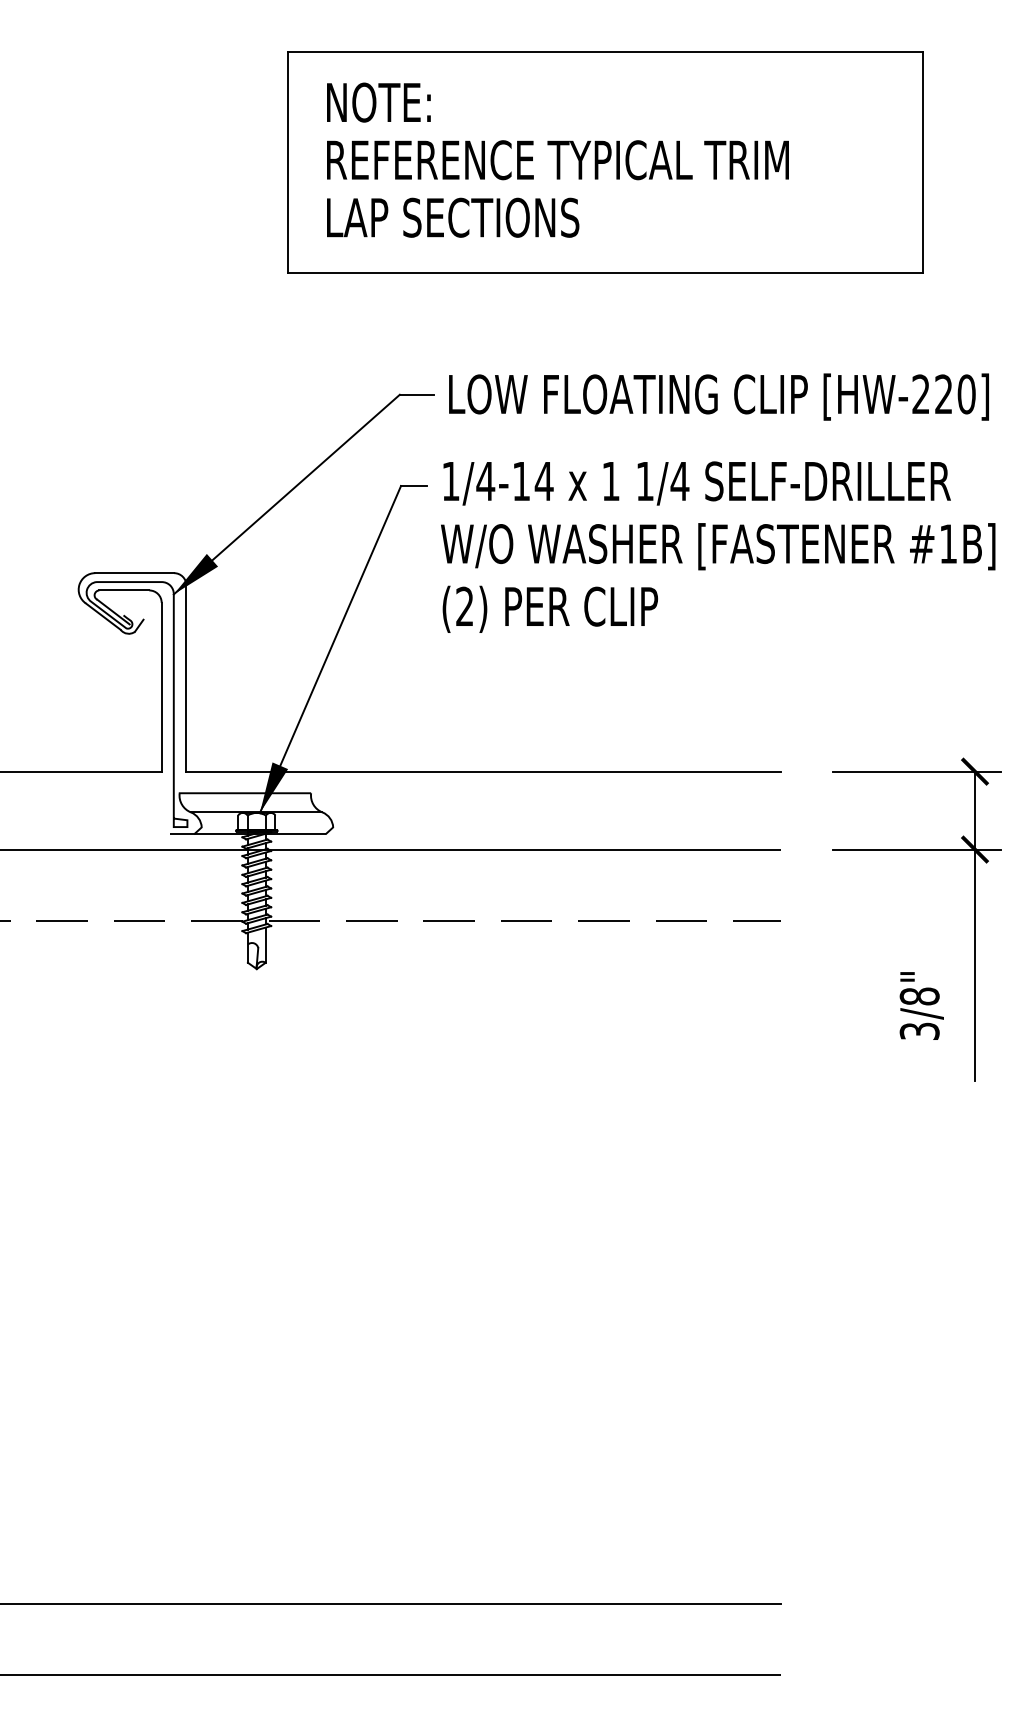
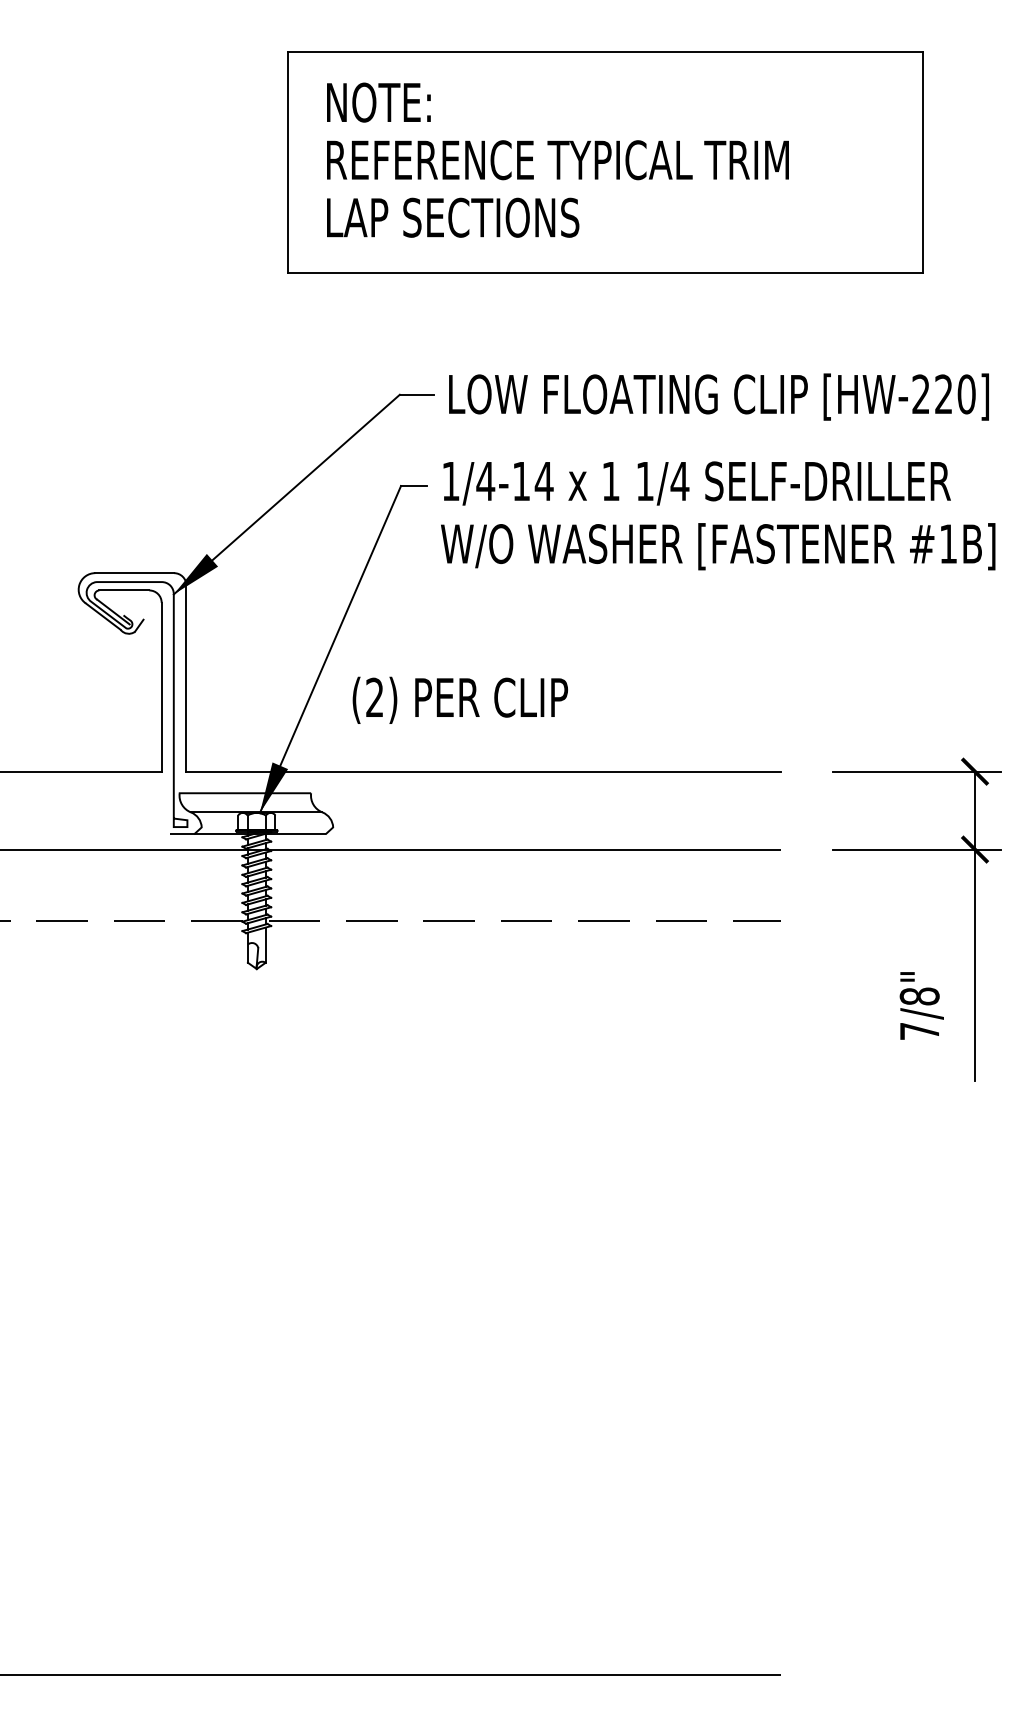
text at (549, 608) position: (549, 608) -> (459, 699)
text at (919, 1030): 3/8" -> 7/8"
line at (391, 1604): present -> none
